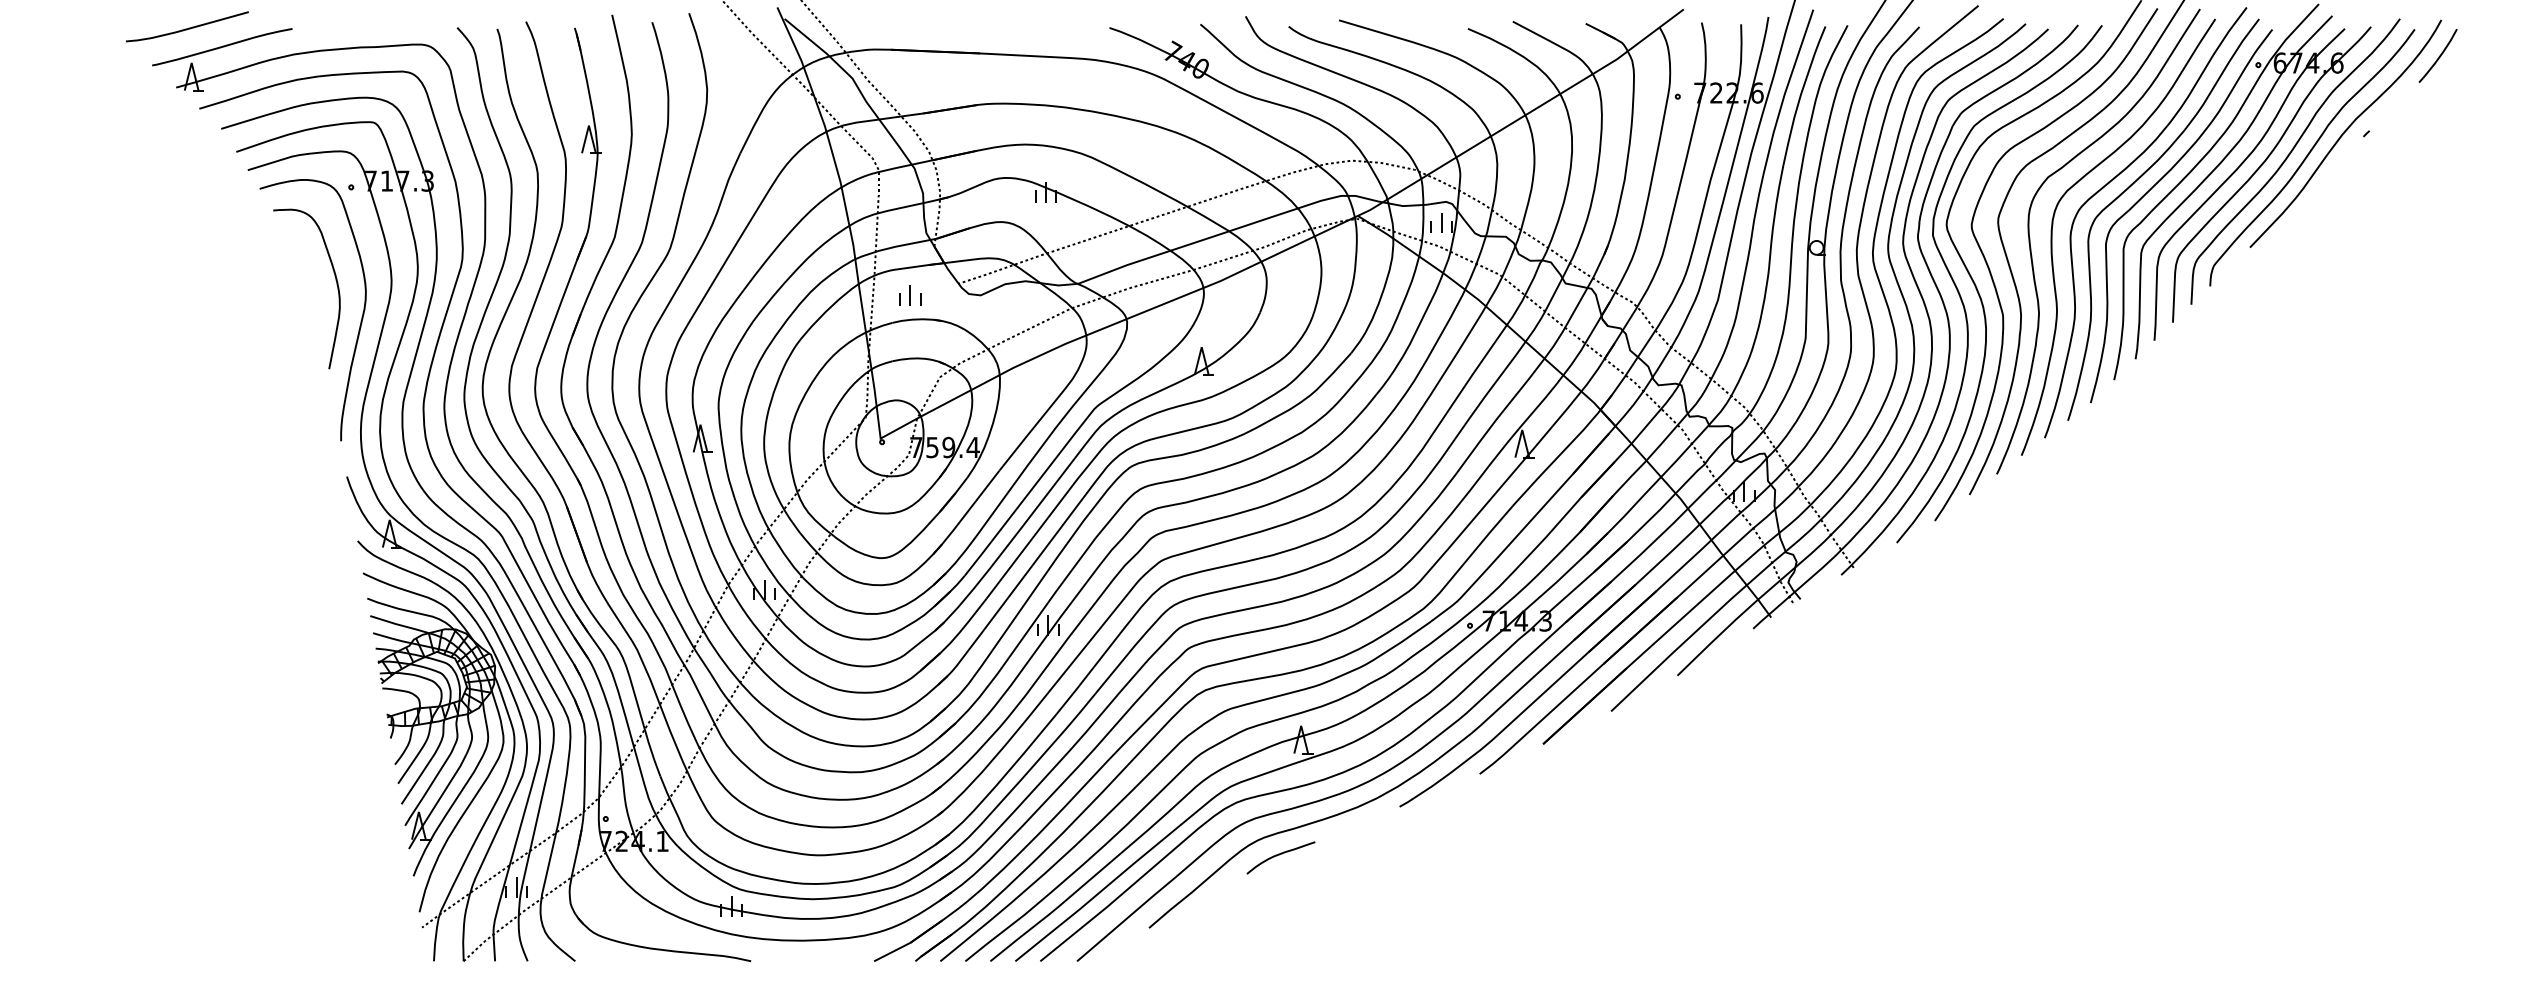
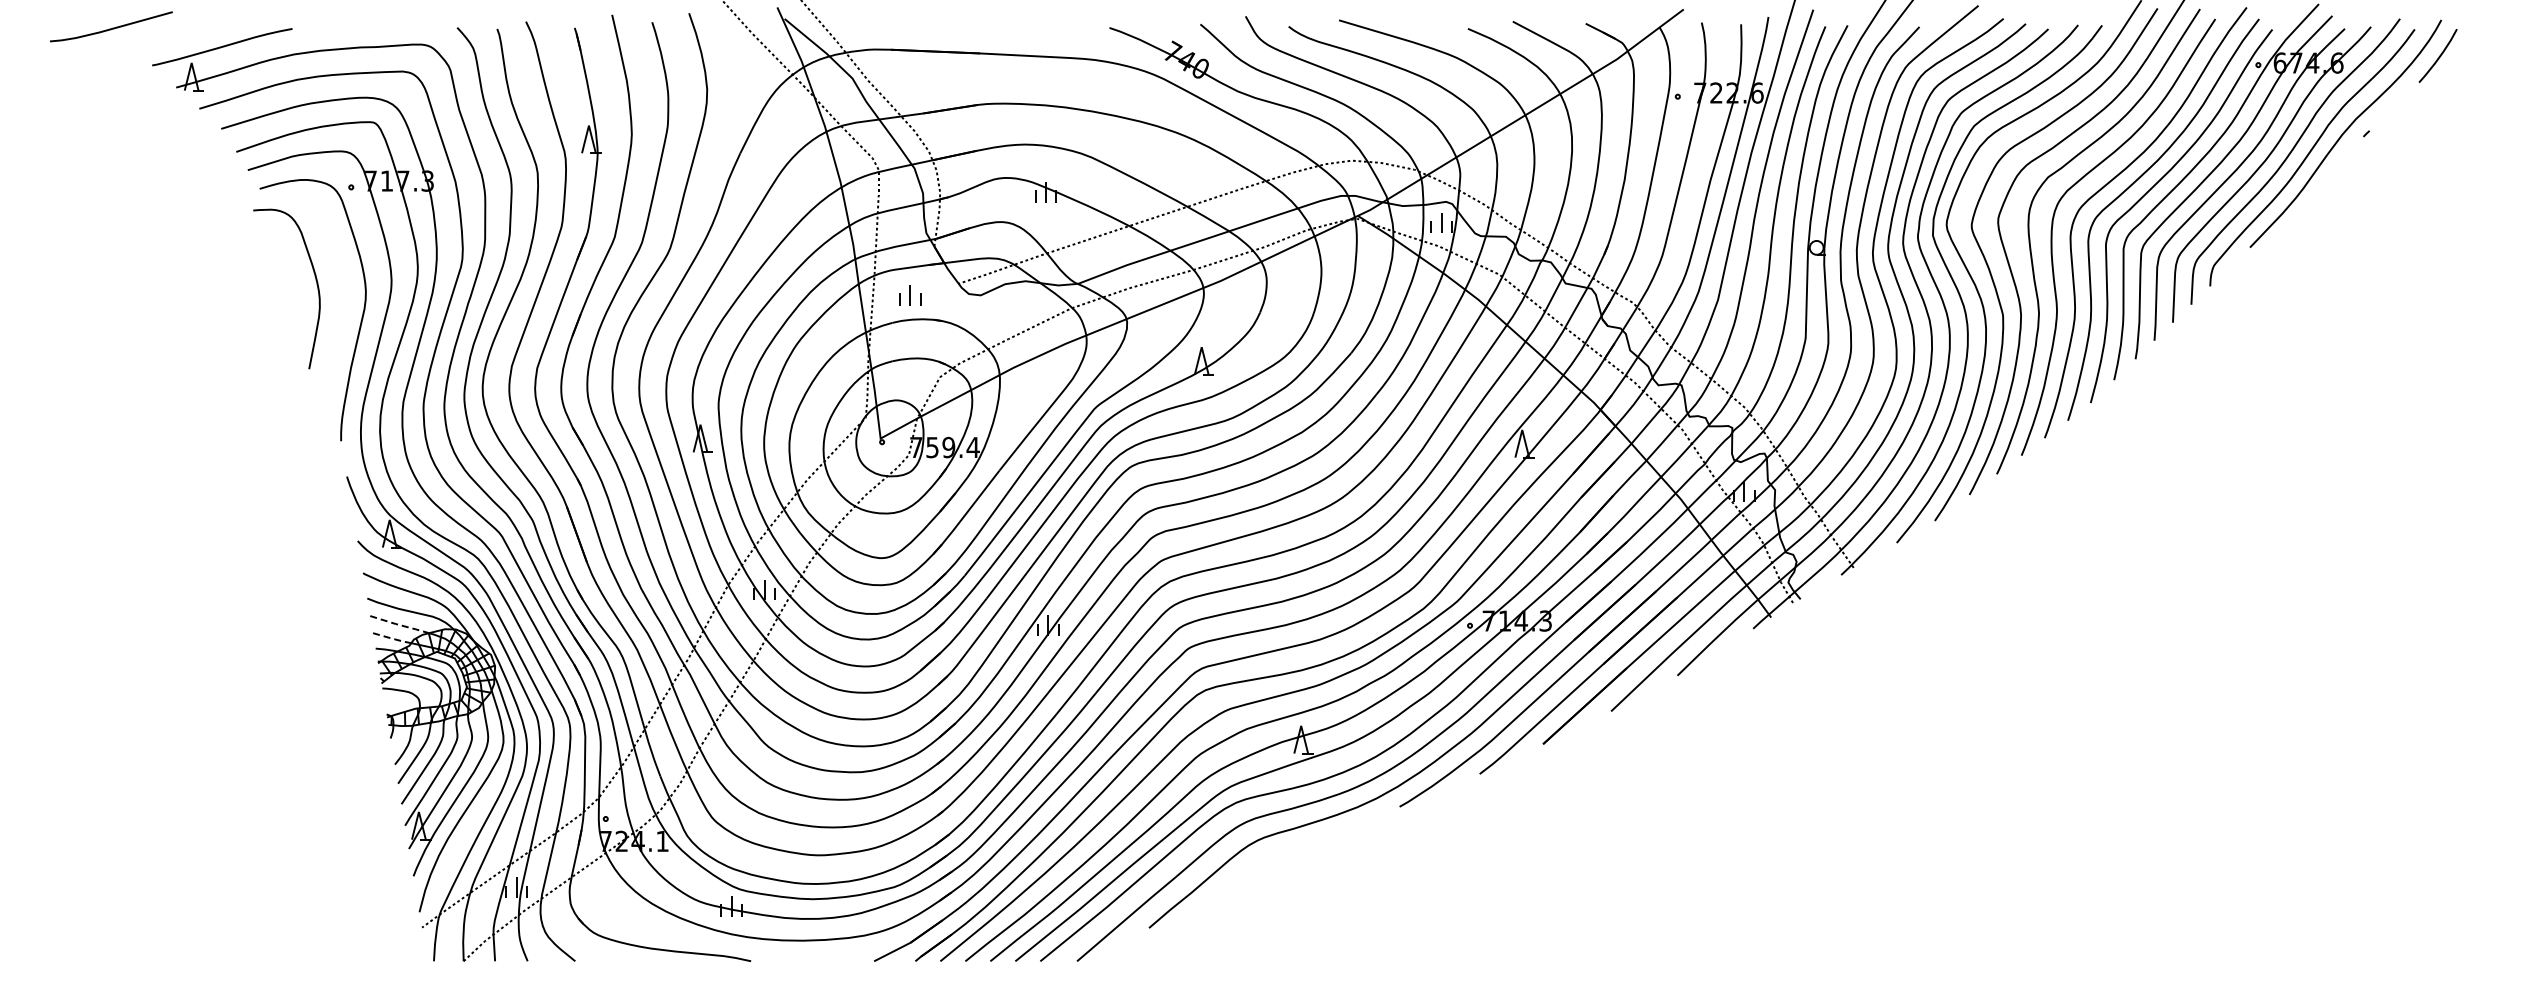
line at (188, 27) position: (188, 27) -> (112, 27)
curve at (335, 280) position: (335, 280) -> (315, 280)
line at (399, 625): solid -> dashed
line at (392, 638): solid -> dashed
curve at (1279, 855): present -> none
